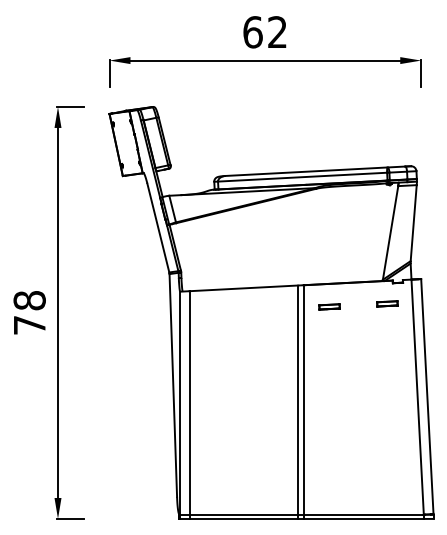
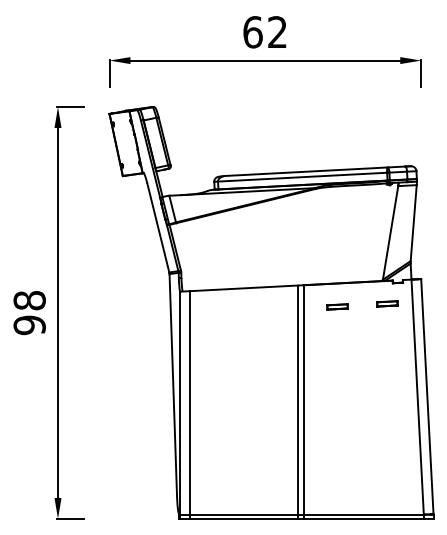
part at (329, 306) position: (329, 306) -> (337, 306)
text at (29, 325): 78 -> 98
